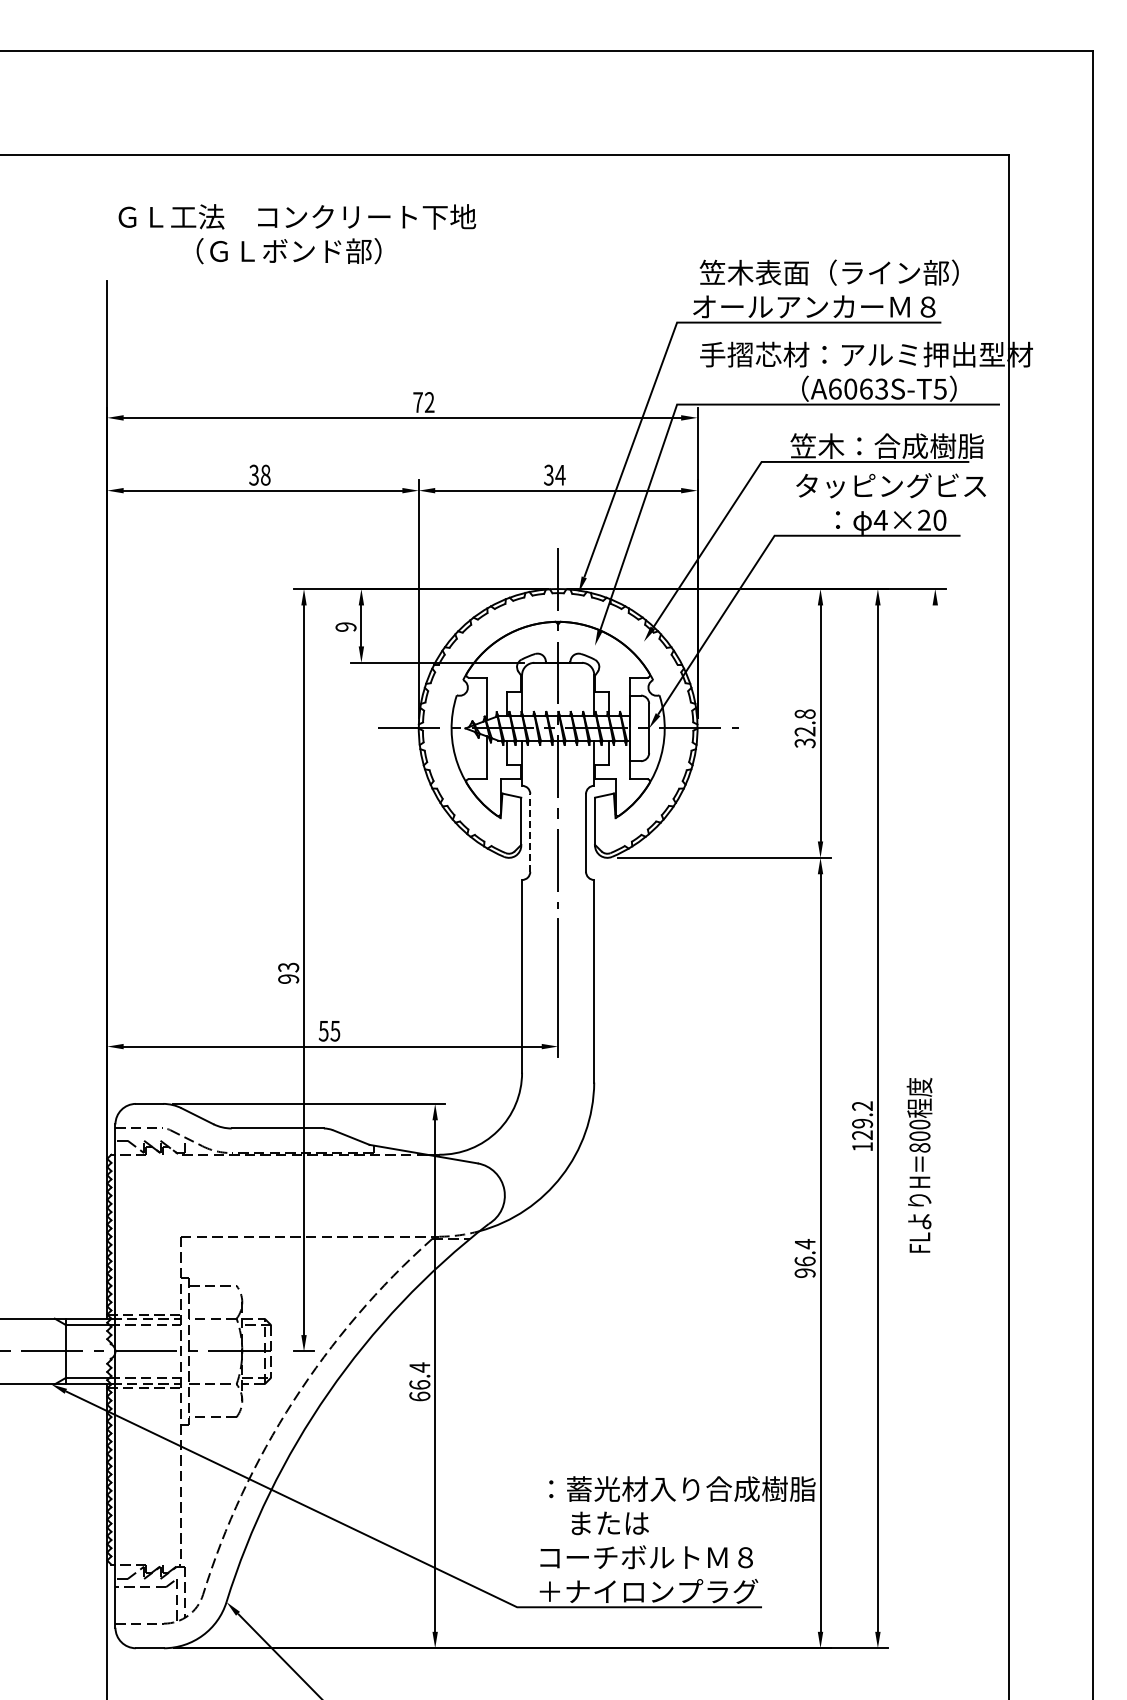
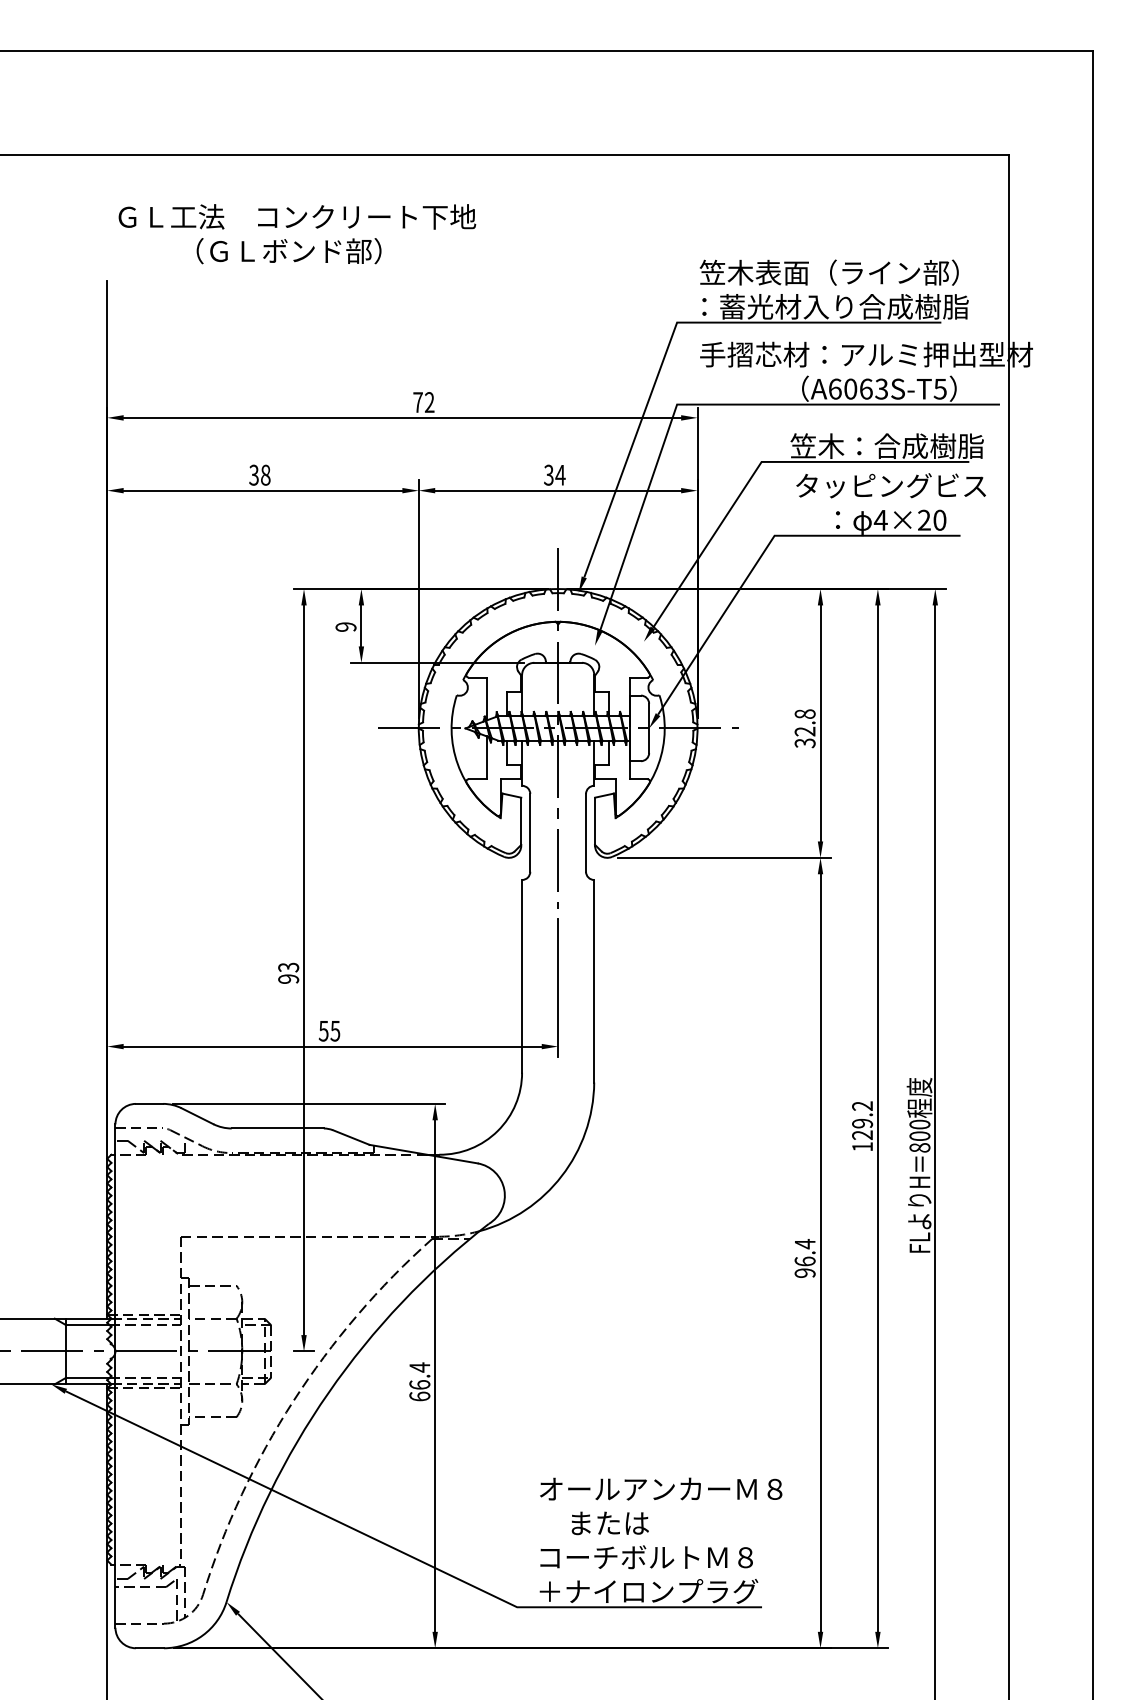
text at (830, 306): オールアンカーＭ８ -> ：蓄光材入り合成樹脂
line at (530, 832): dashed -> solid
line at (935, 1150): none -> present
text at (677, 1488): ：蓄光材入り合成樹脂 -> オールアンカーＭ８
